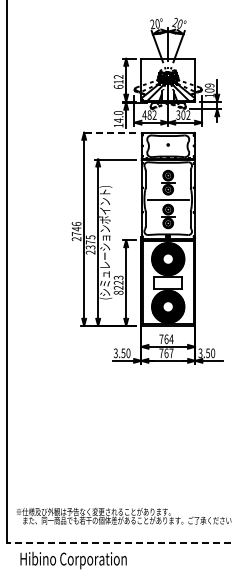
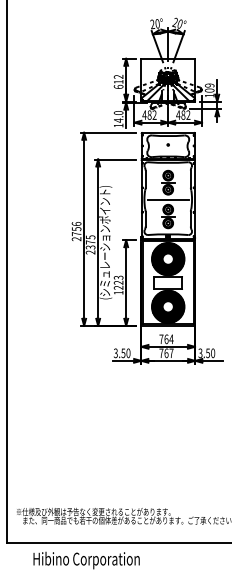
text at (180, 114): 302 -> 482
line at (108, 132): dashed -> solid
text at (76, 228): 2746 -> 2756
text at (118, 292): 8223 -> 1223
line at (119, 543): dashed -> solid
text at (73, 560) position: (73, 560) -> (86, 560)
